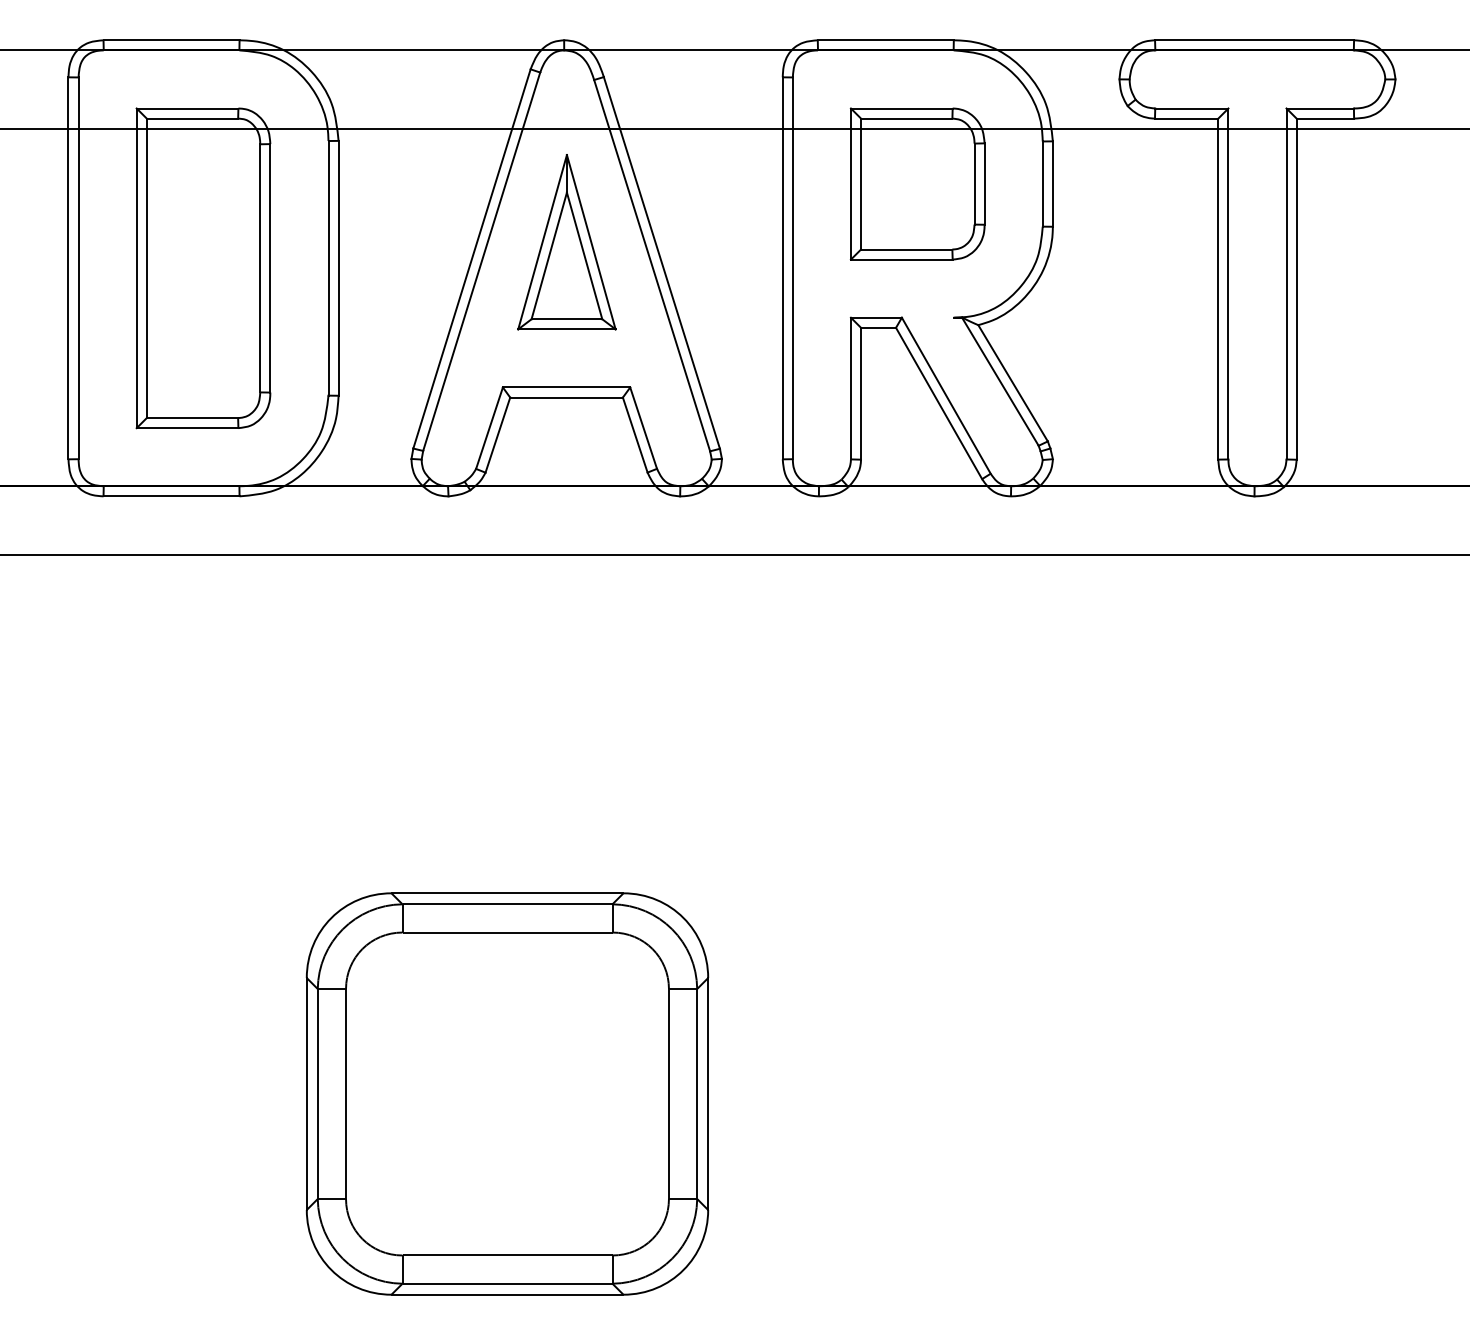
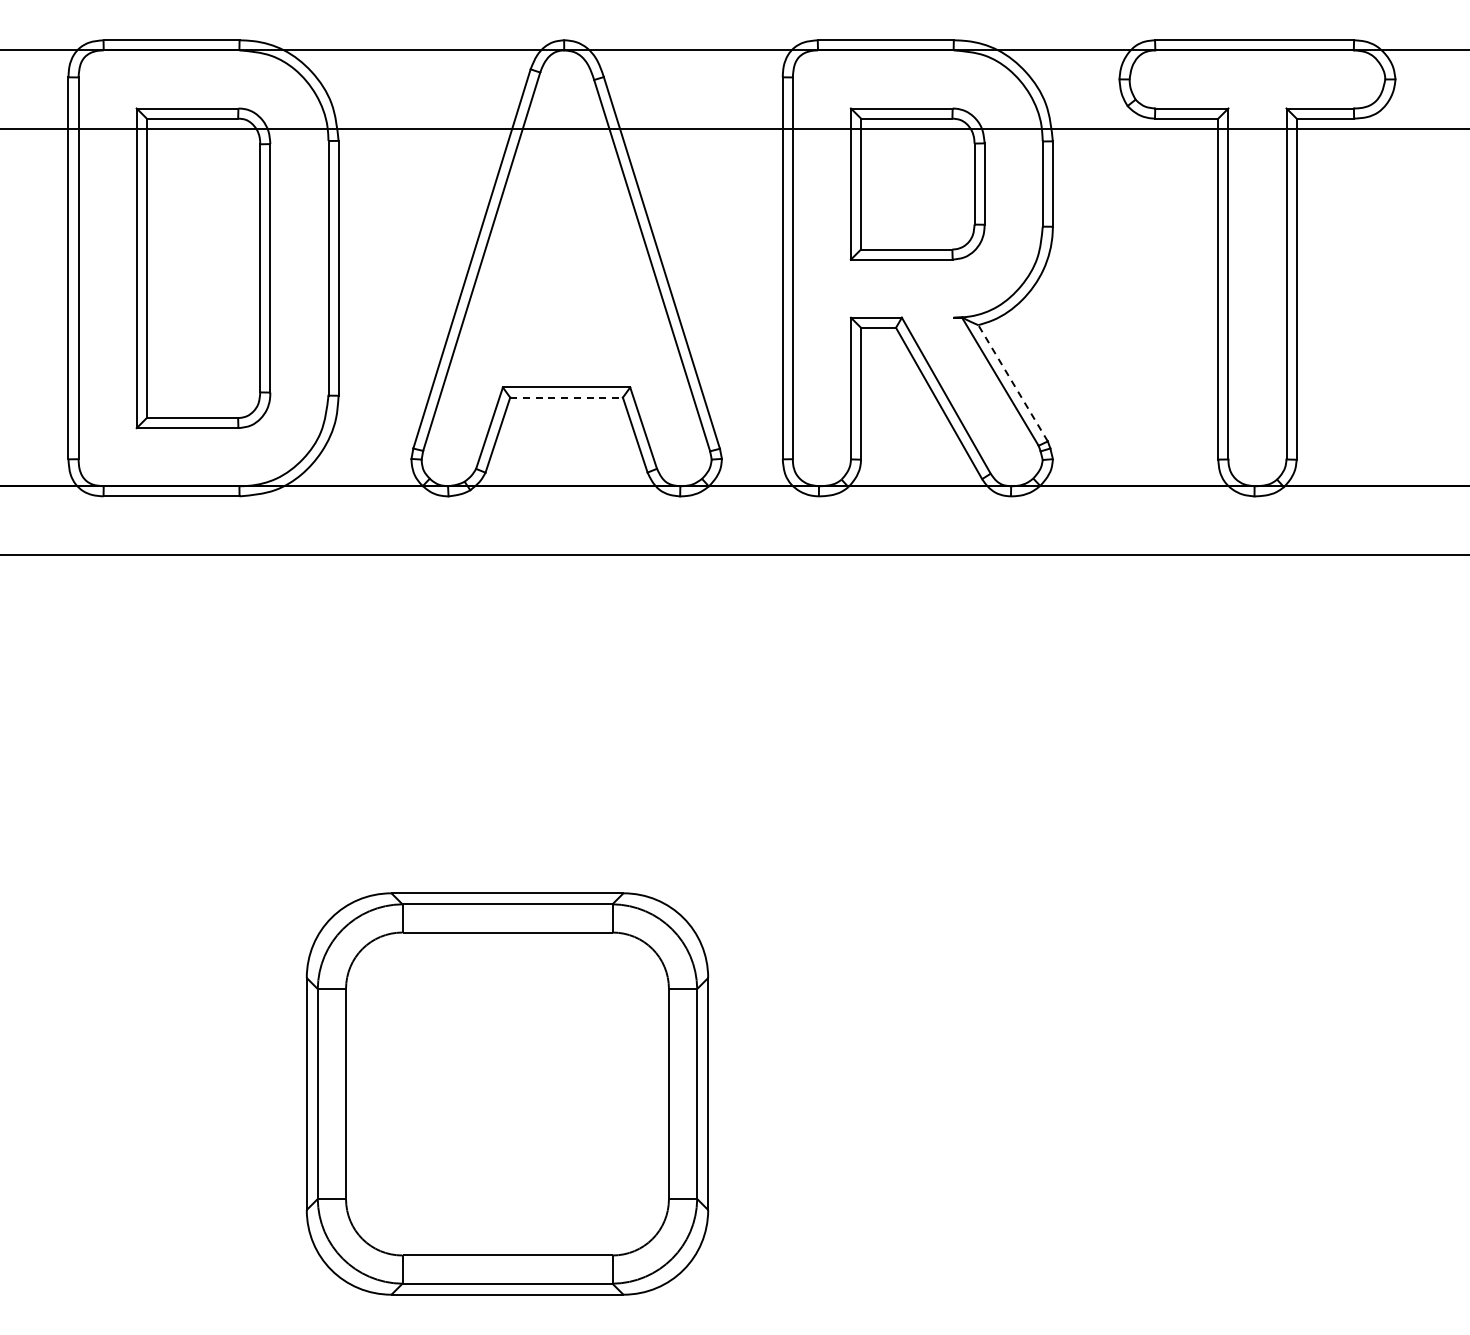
part at (566, 242): present -> none
line at (1013, 383): solid -> dashed
line at (567, 397): solid -> dashed
